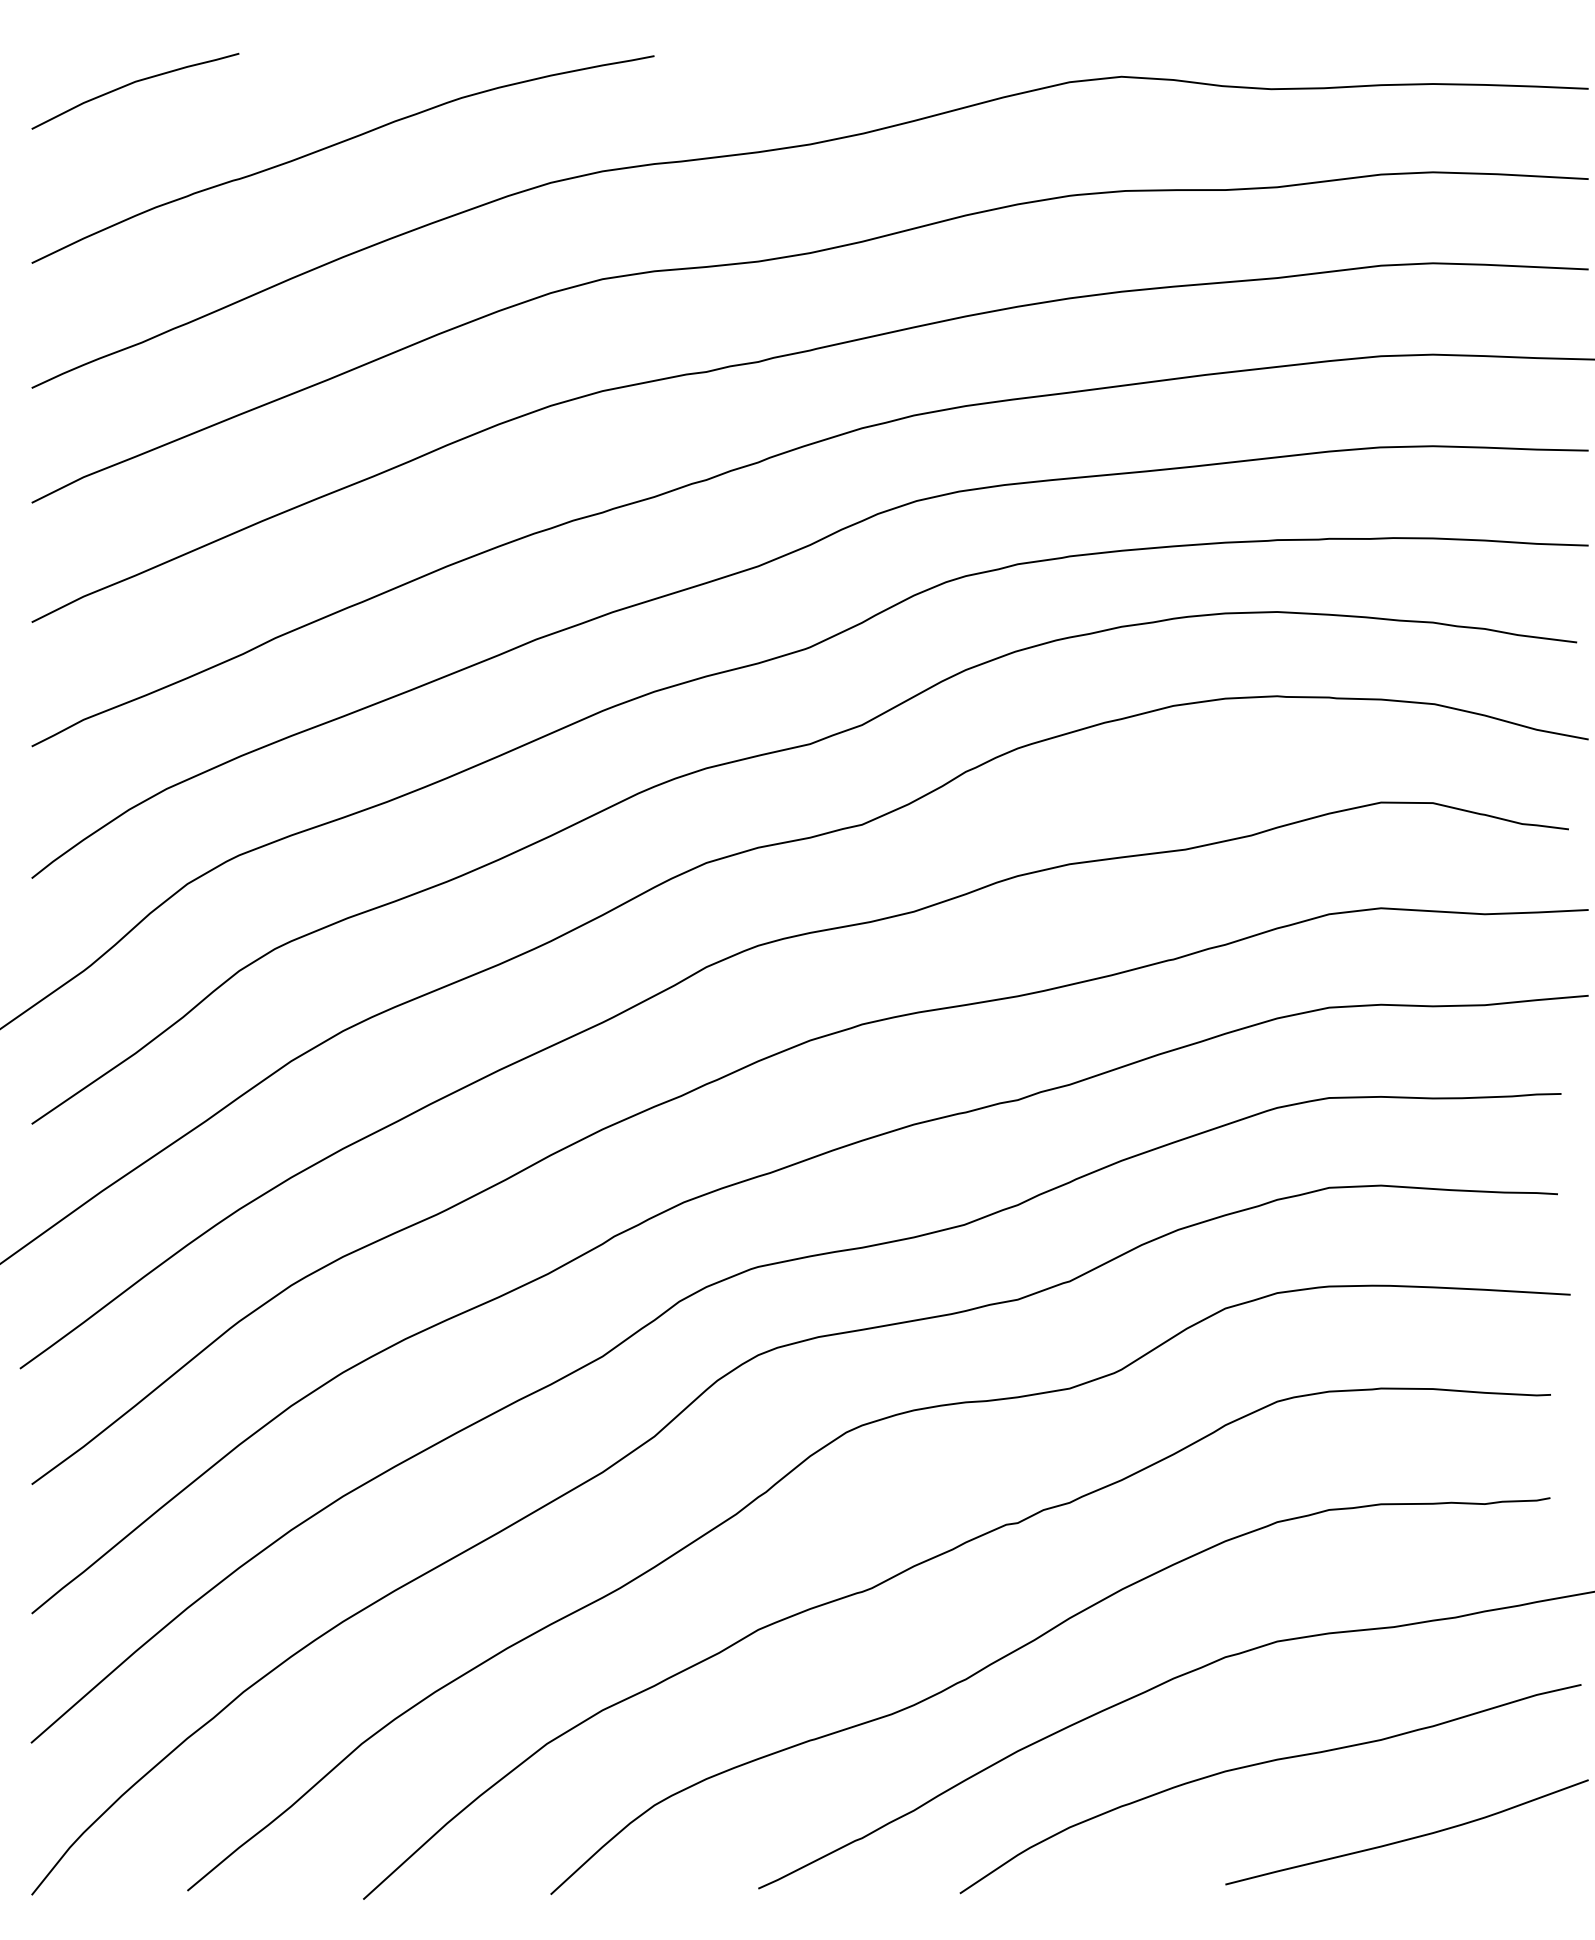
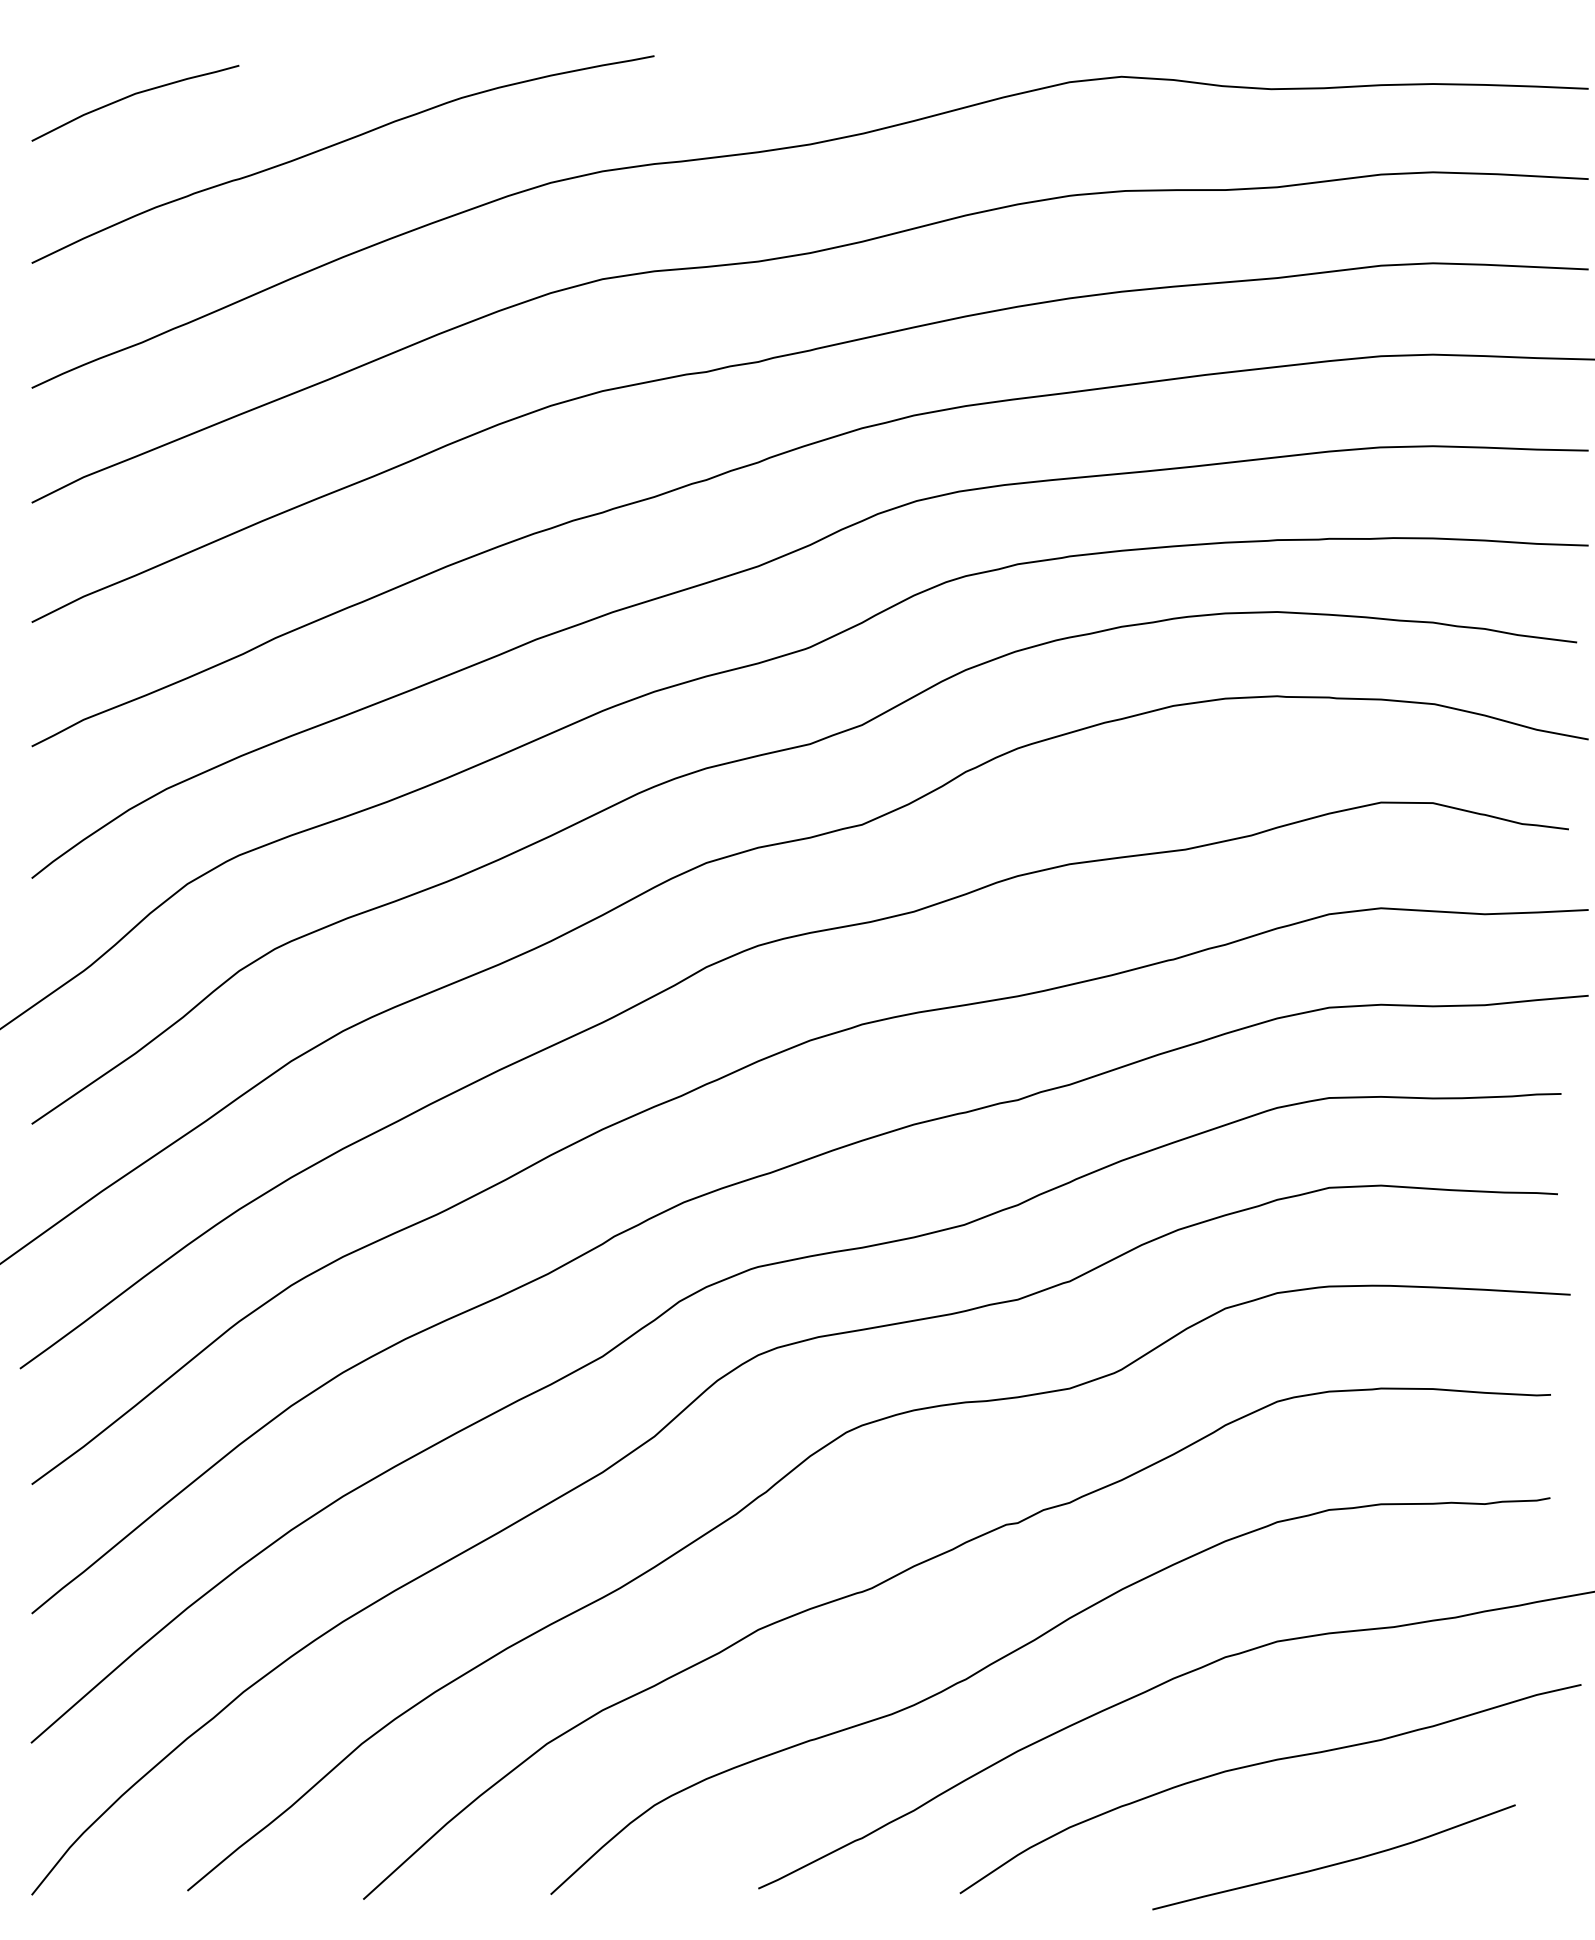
curve at (134, 83) position: (134, 83) -> (134, 95)
curve at (1407, 1838) position: (1407, 1838) -> (1334, 1863)
